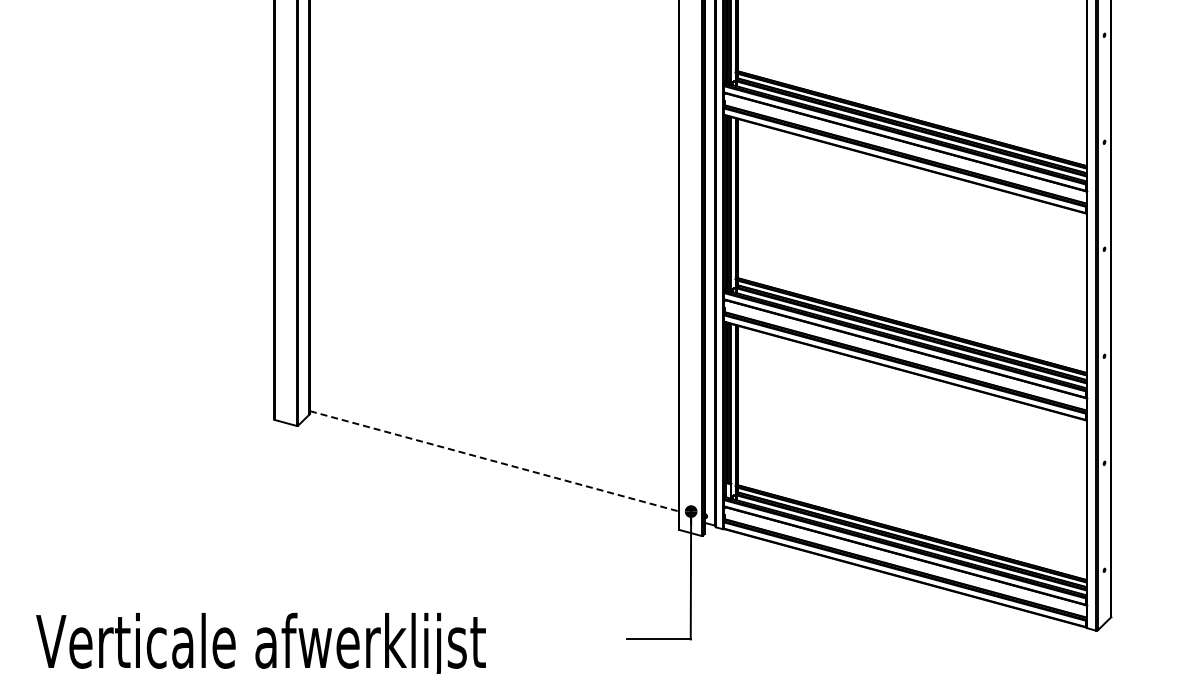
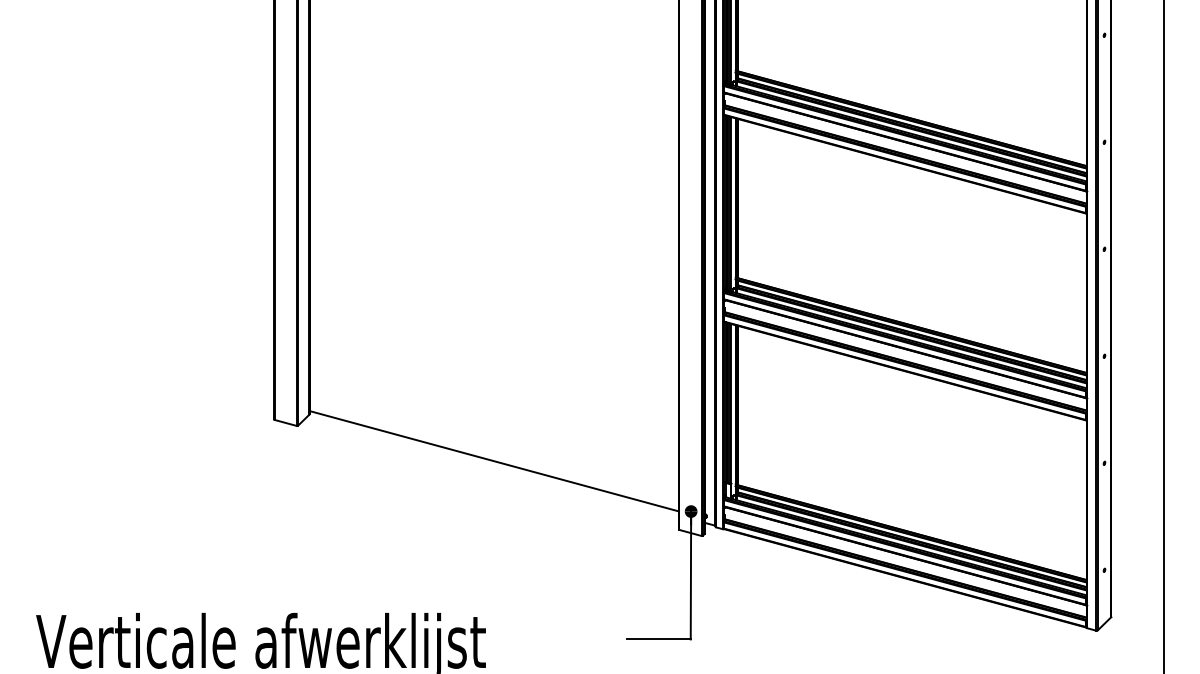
line at (1163, 336): none -> present
line at (494, 461): dashed -> solid
